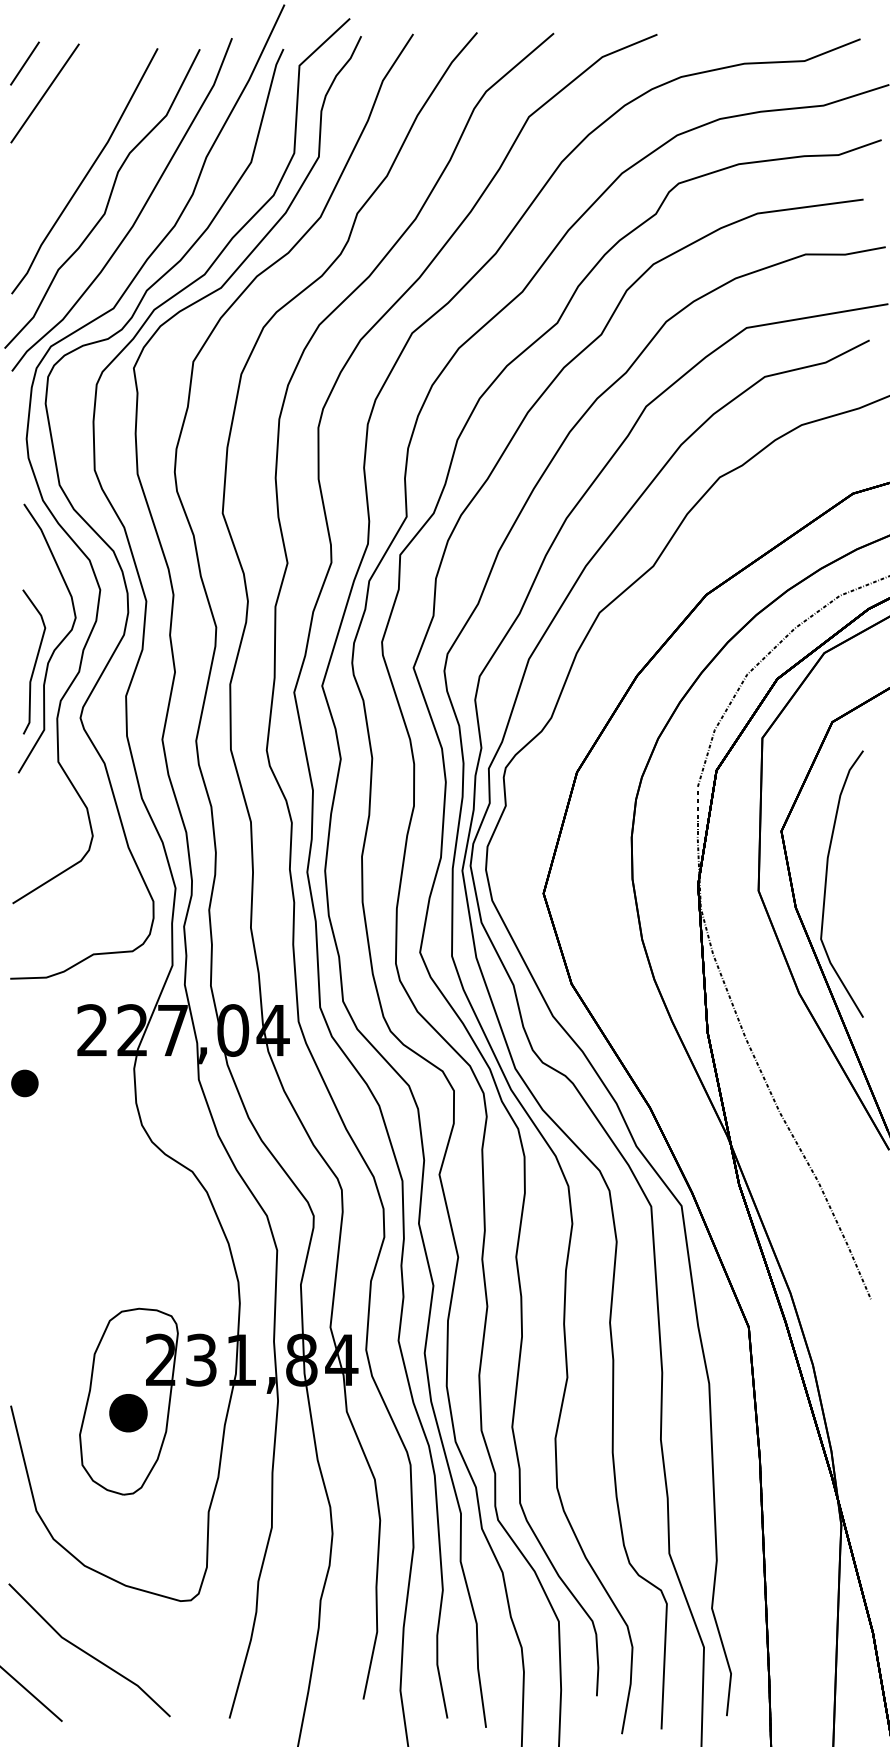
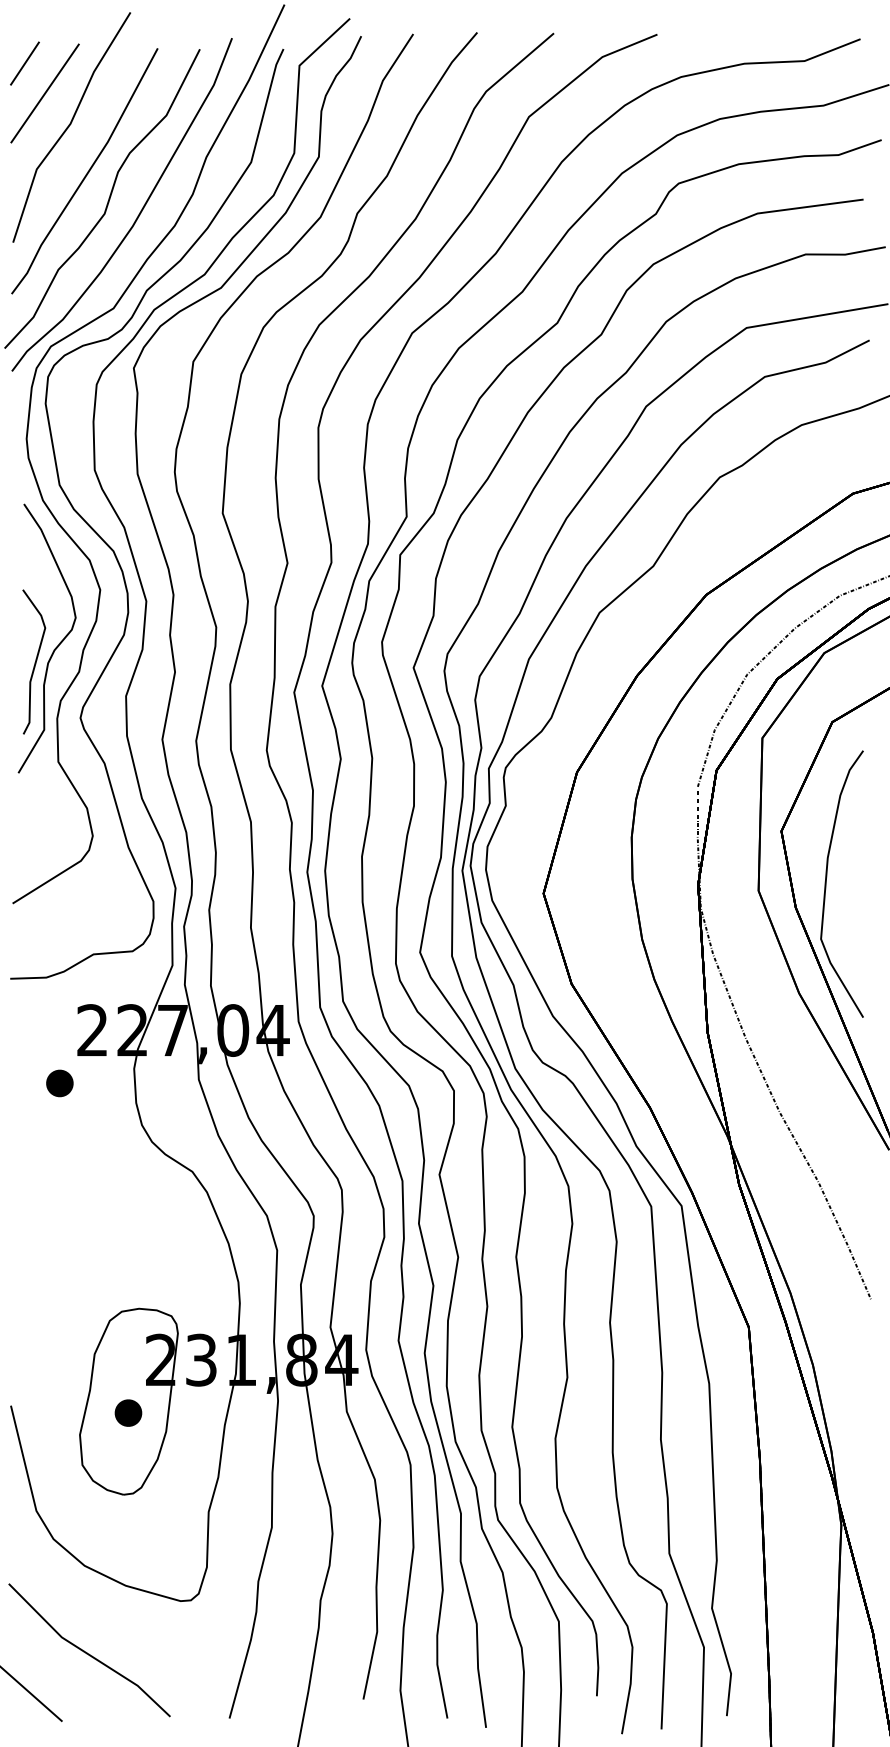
line at (70, 125): none -> present
part at (24, 1083) position: (24, 1083) -> (59, 1083)
part at (128, 1413) size: 39x39 px -> 29x28 px
